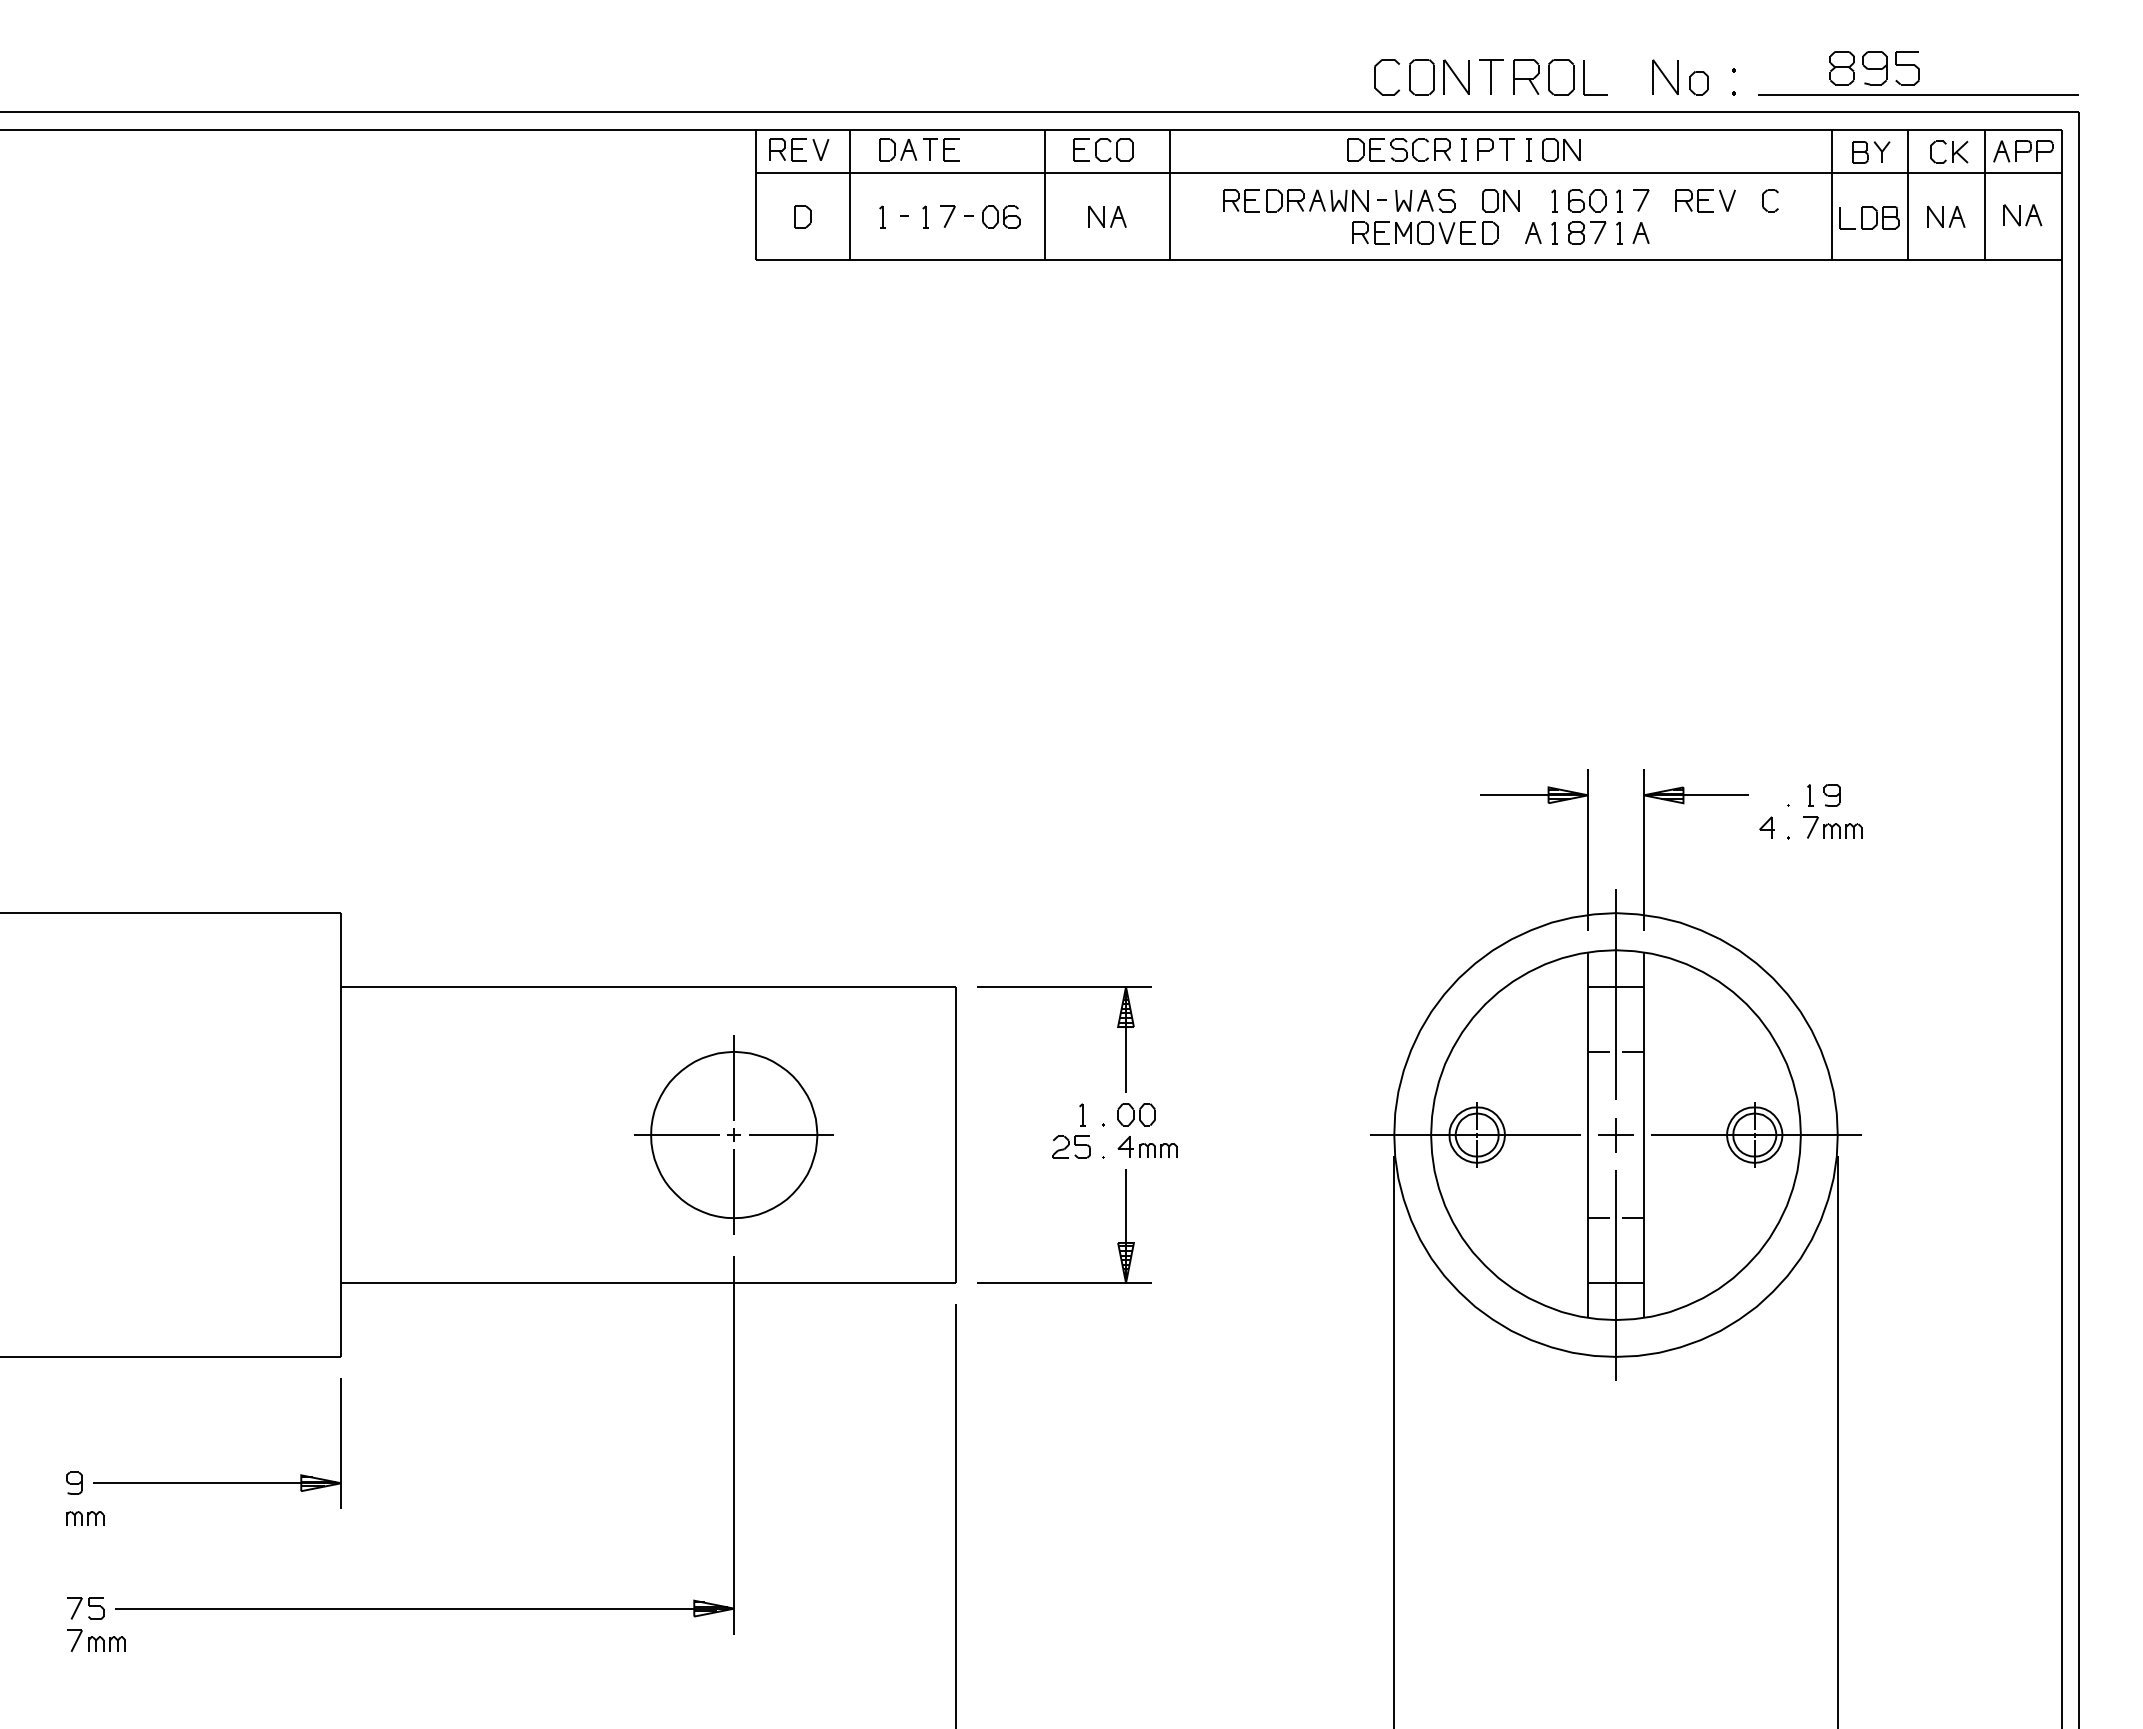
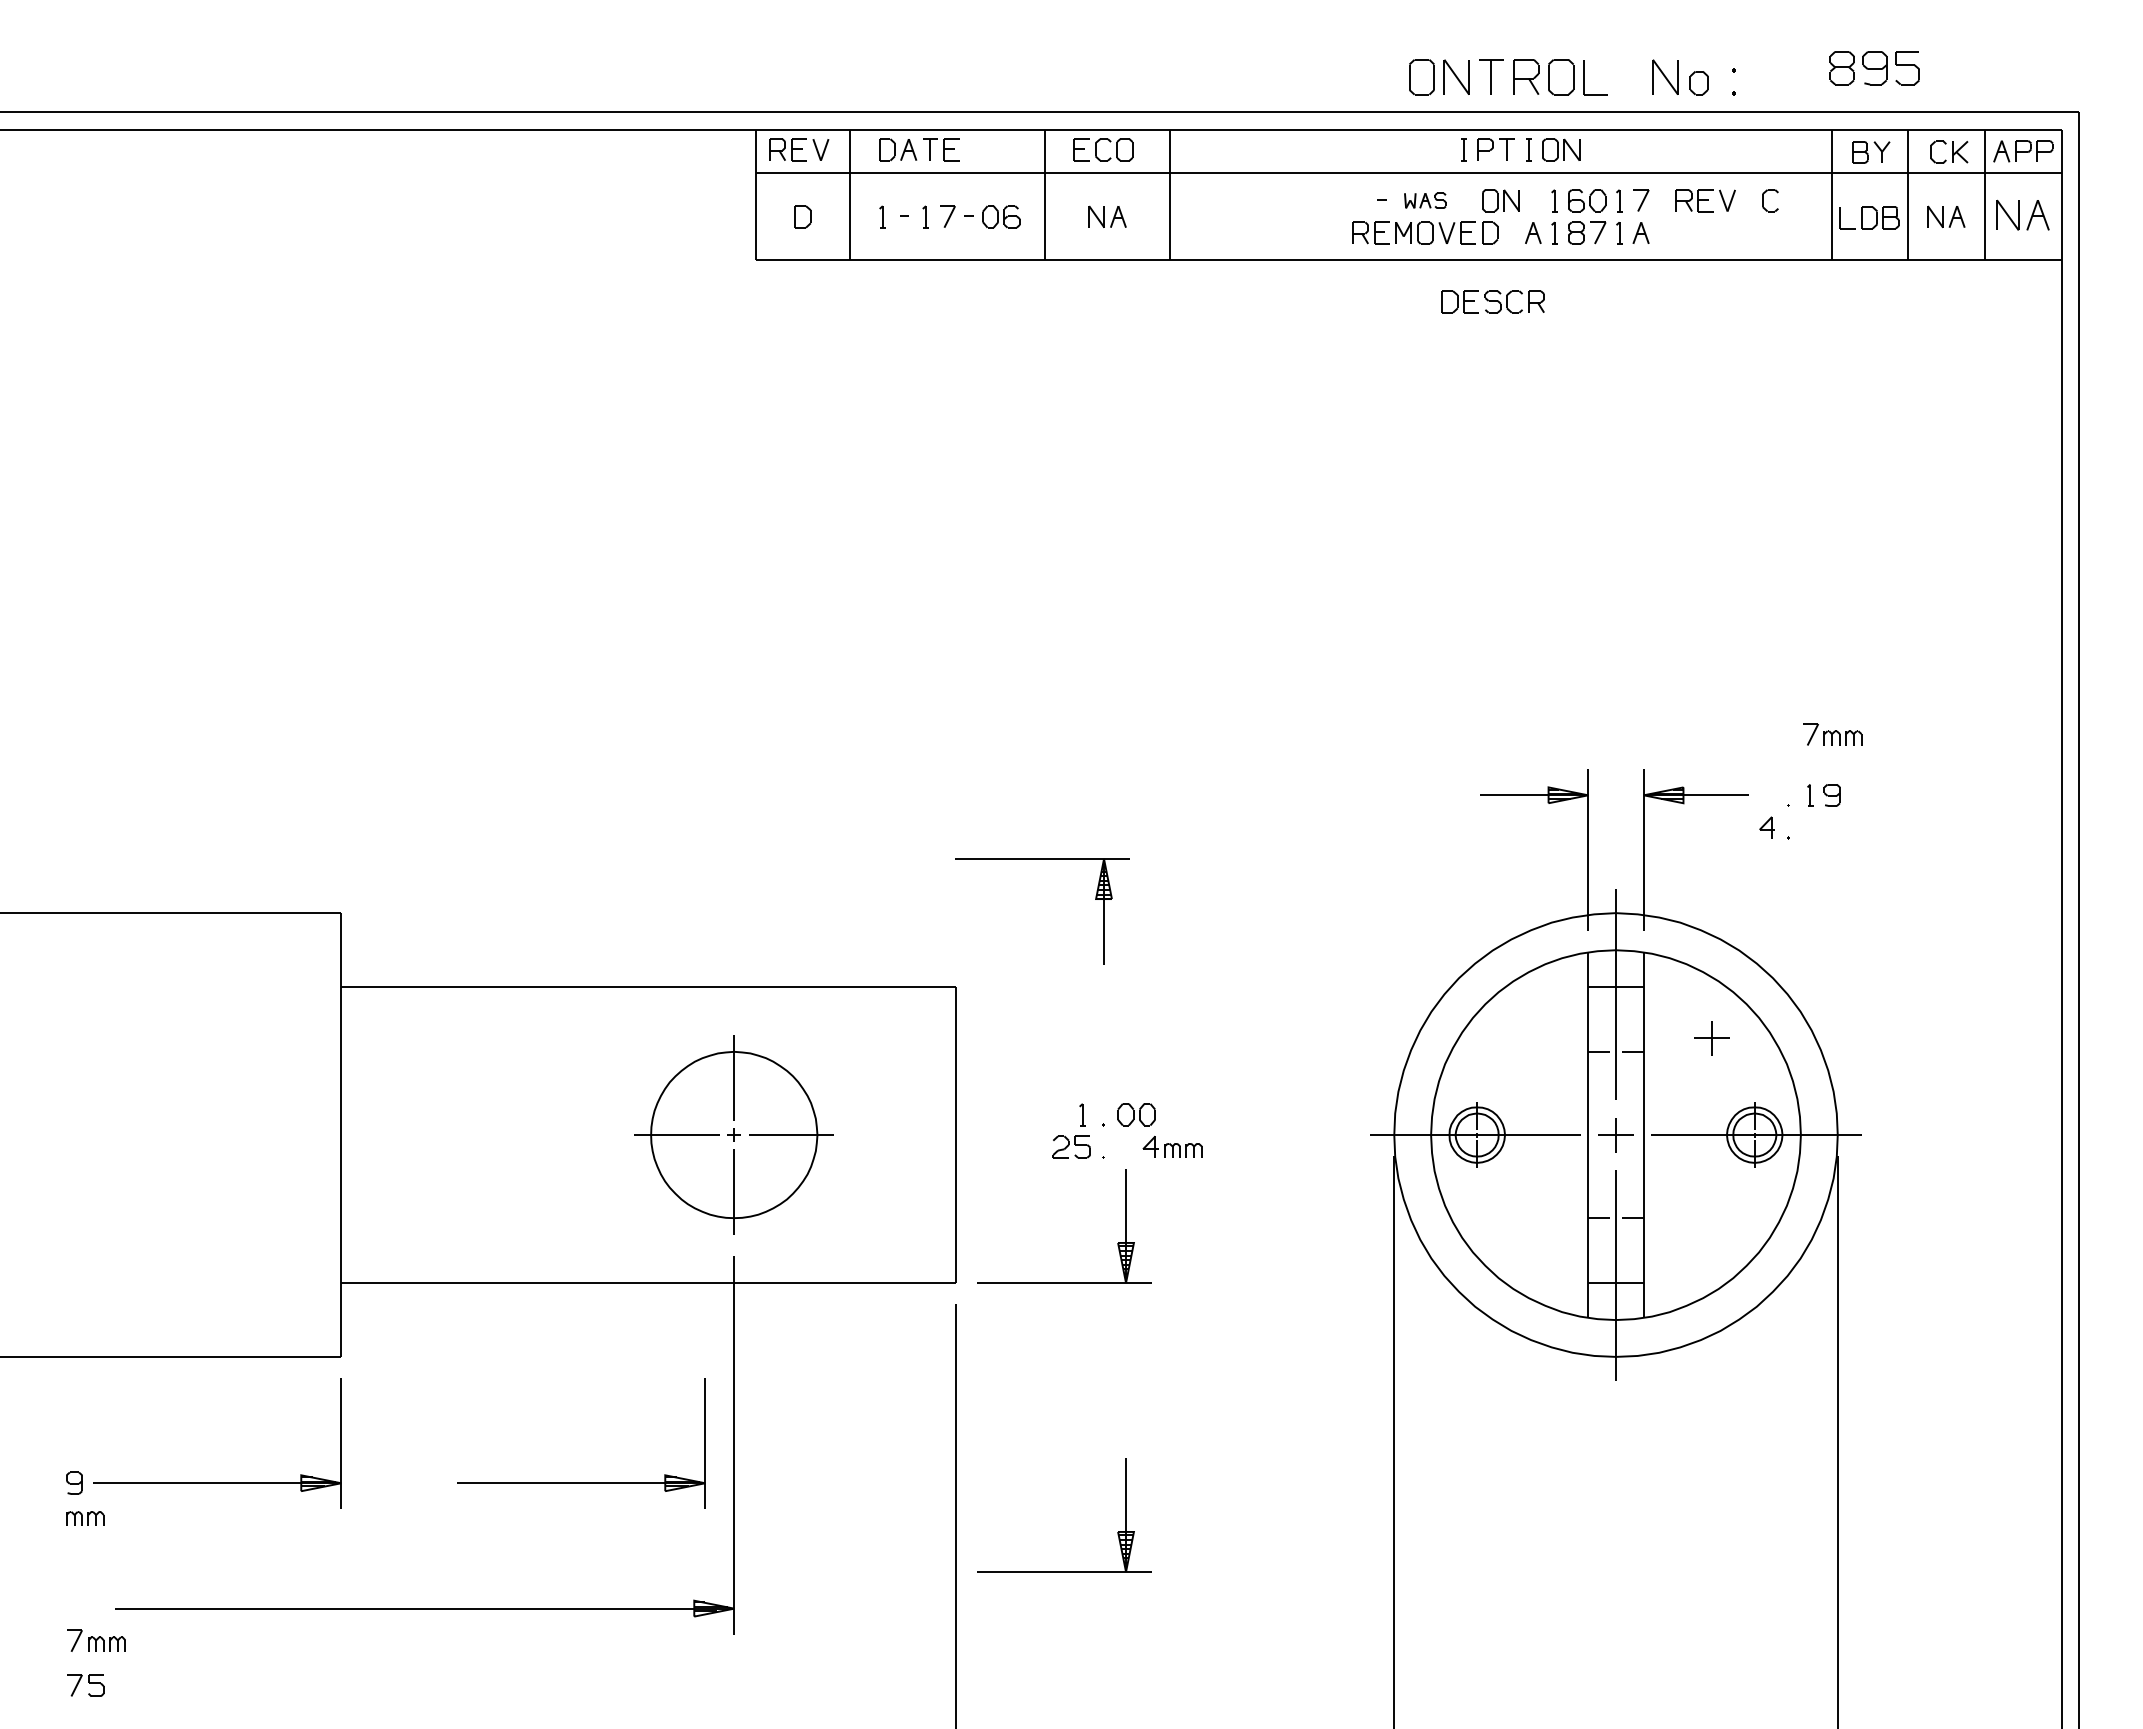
part at (1375, 77): present -> none
line at (1918, 94): present -> none
part at (1398, 149) position: (1398, 149) -> (1492, 301)
part at (1295, 200): present -> none
part at (1425, 200) size: 61x24 px -> 43x17 px
part at (2022, 215) size: 40x23 px -> 54x32 px
part at (1832, 827) position: (1832, 827) -> (1832, 734)
part at (1064, 987) position: (1064, 987) -> (1042, 859)
part at (1711, 1038): none -> present
part at (1147, 1146) position: (1147, 1146) -> (1172, 1146)
part at (581, 1482): none -> present
part at (1117, 1532): none -> present
part at (85, 1608) position: (85, 1608) -> (85, 1685)
